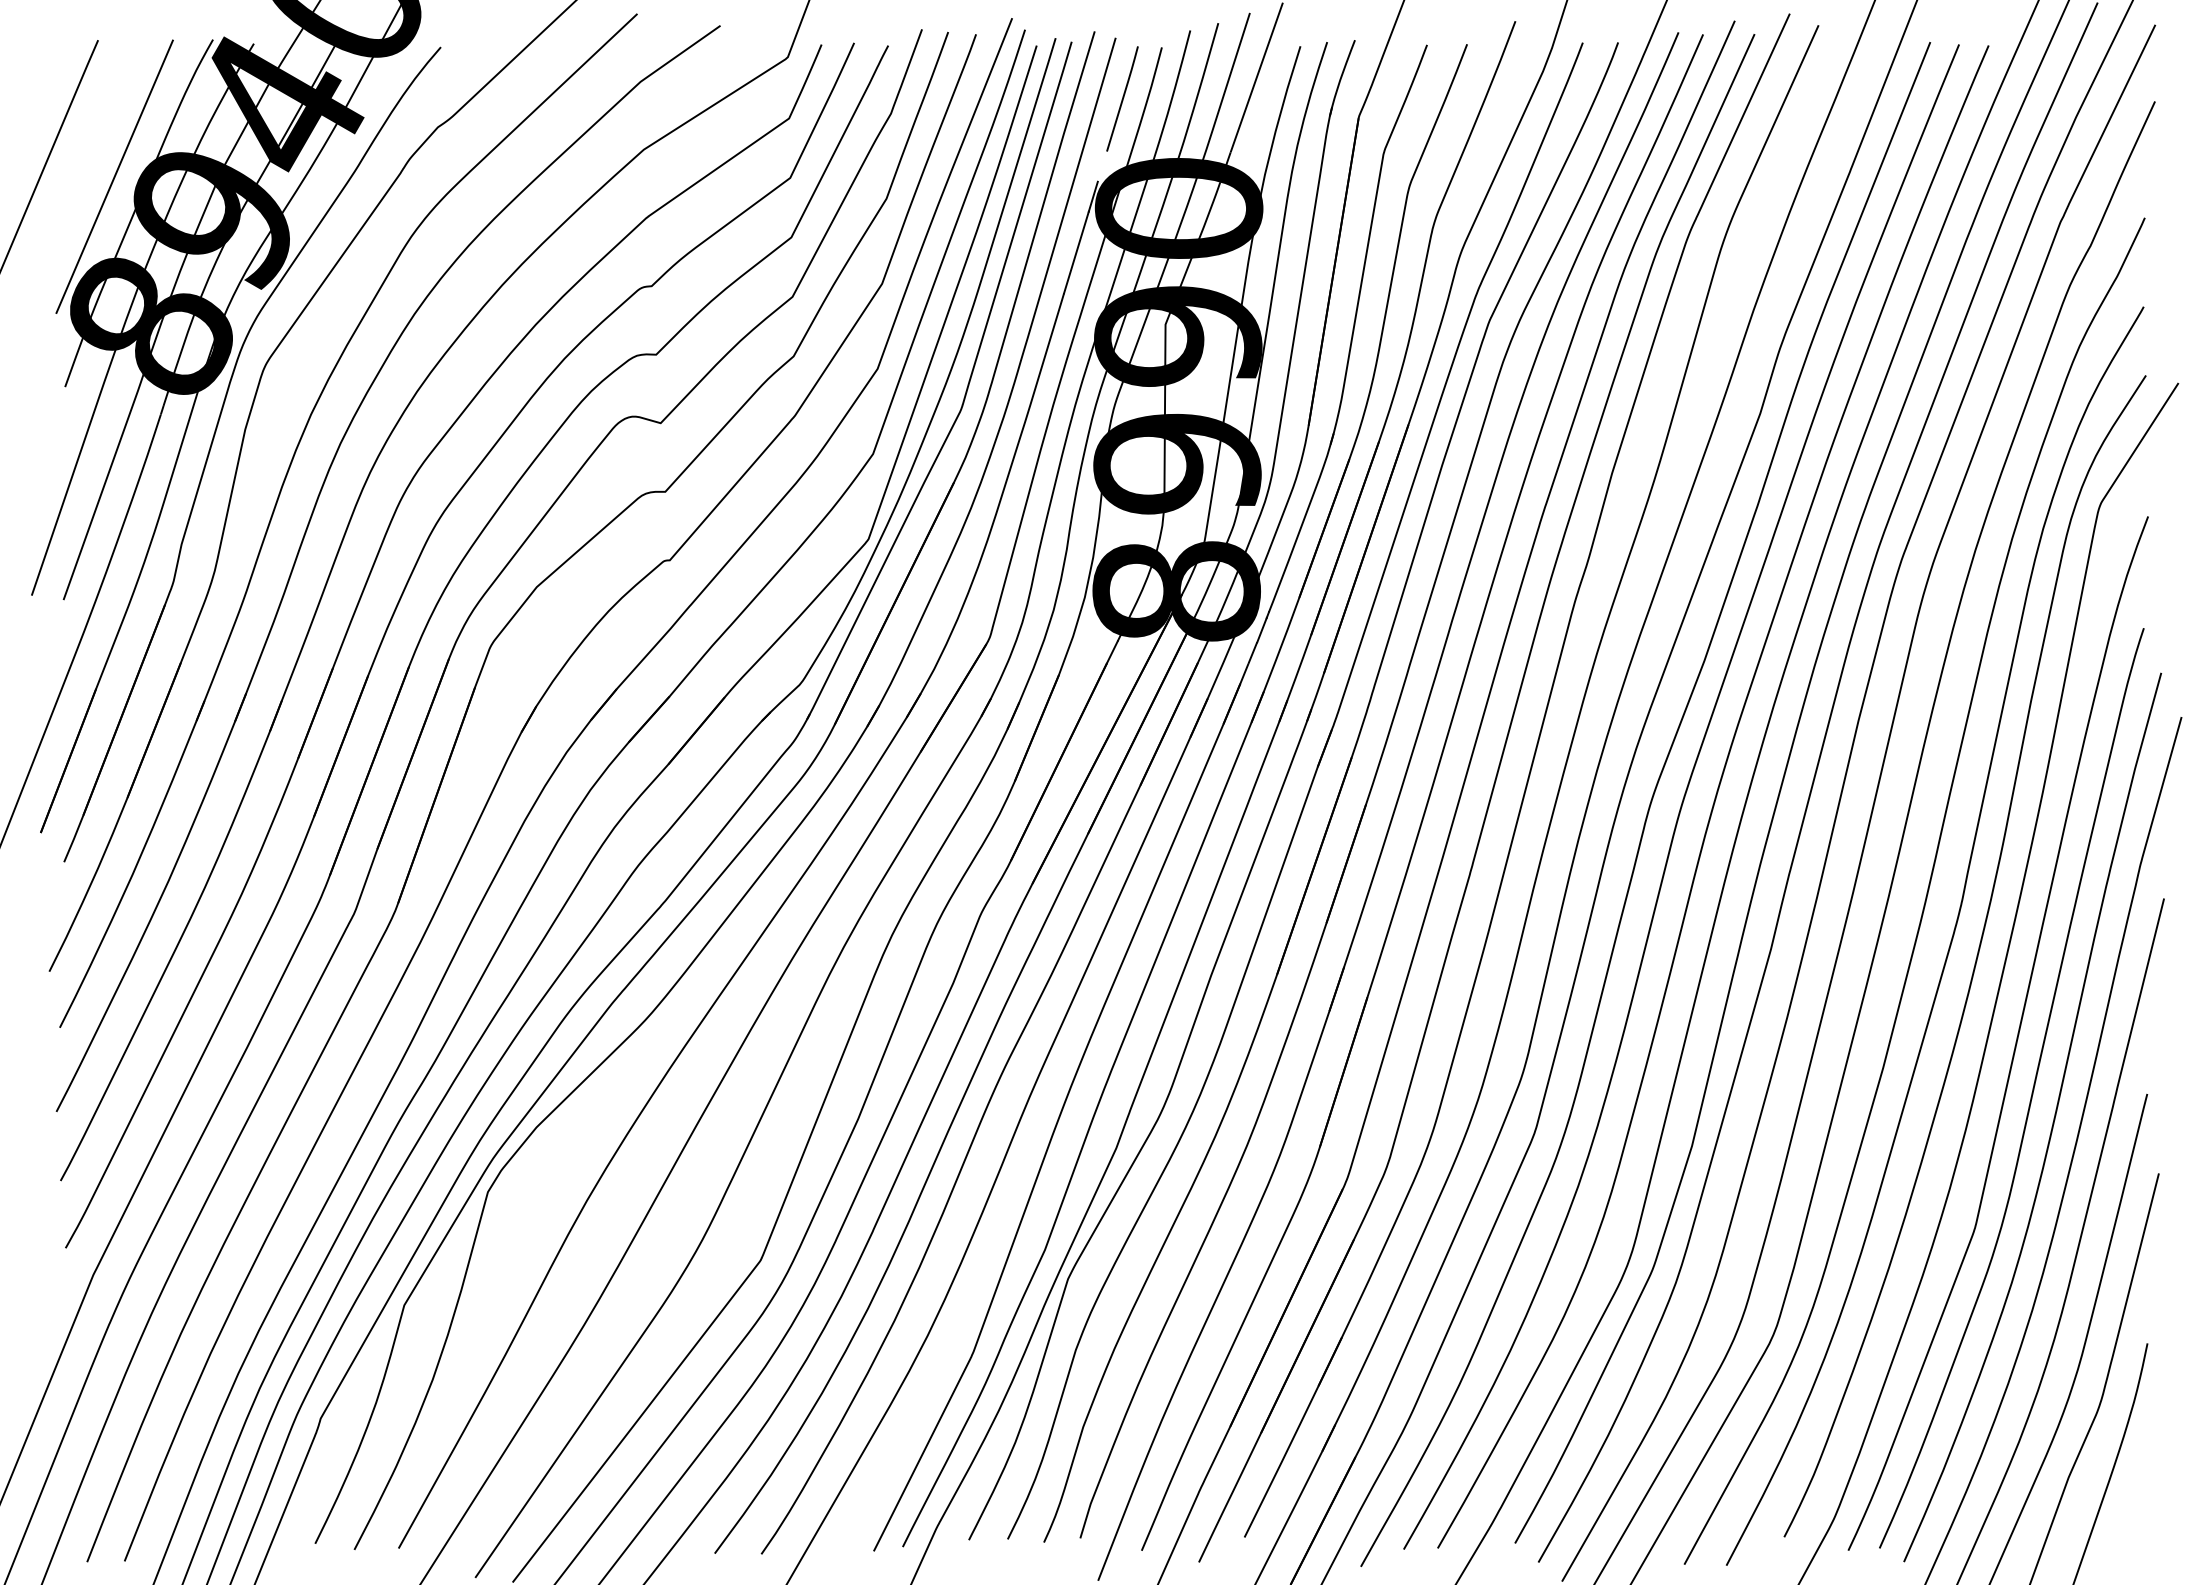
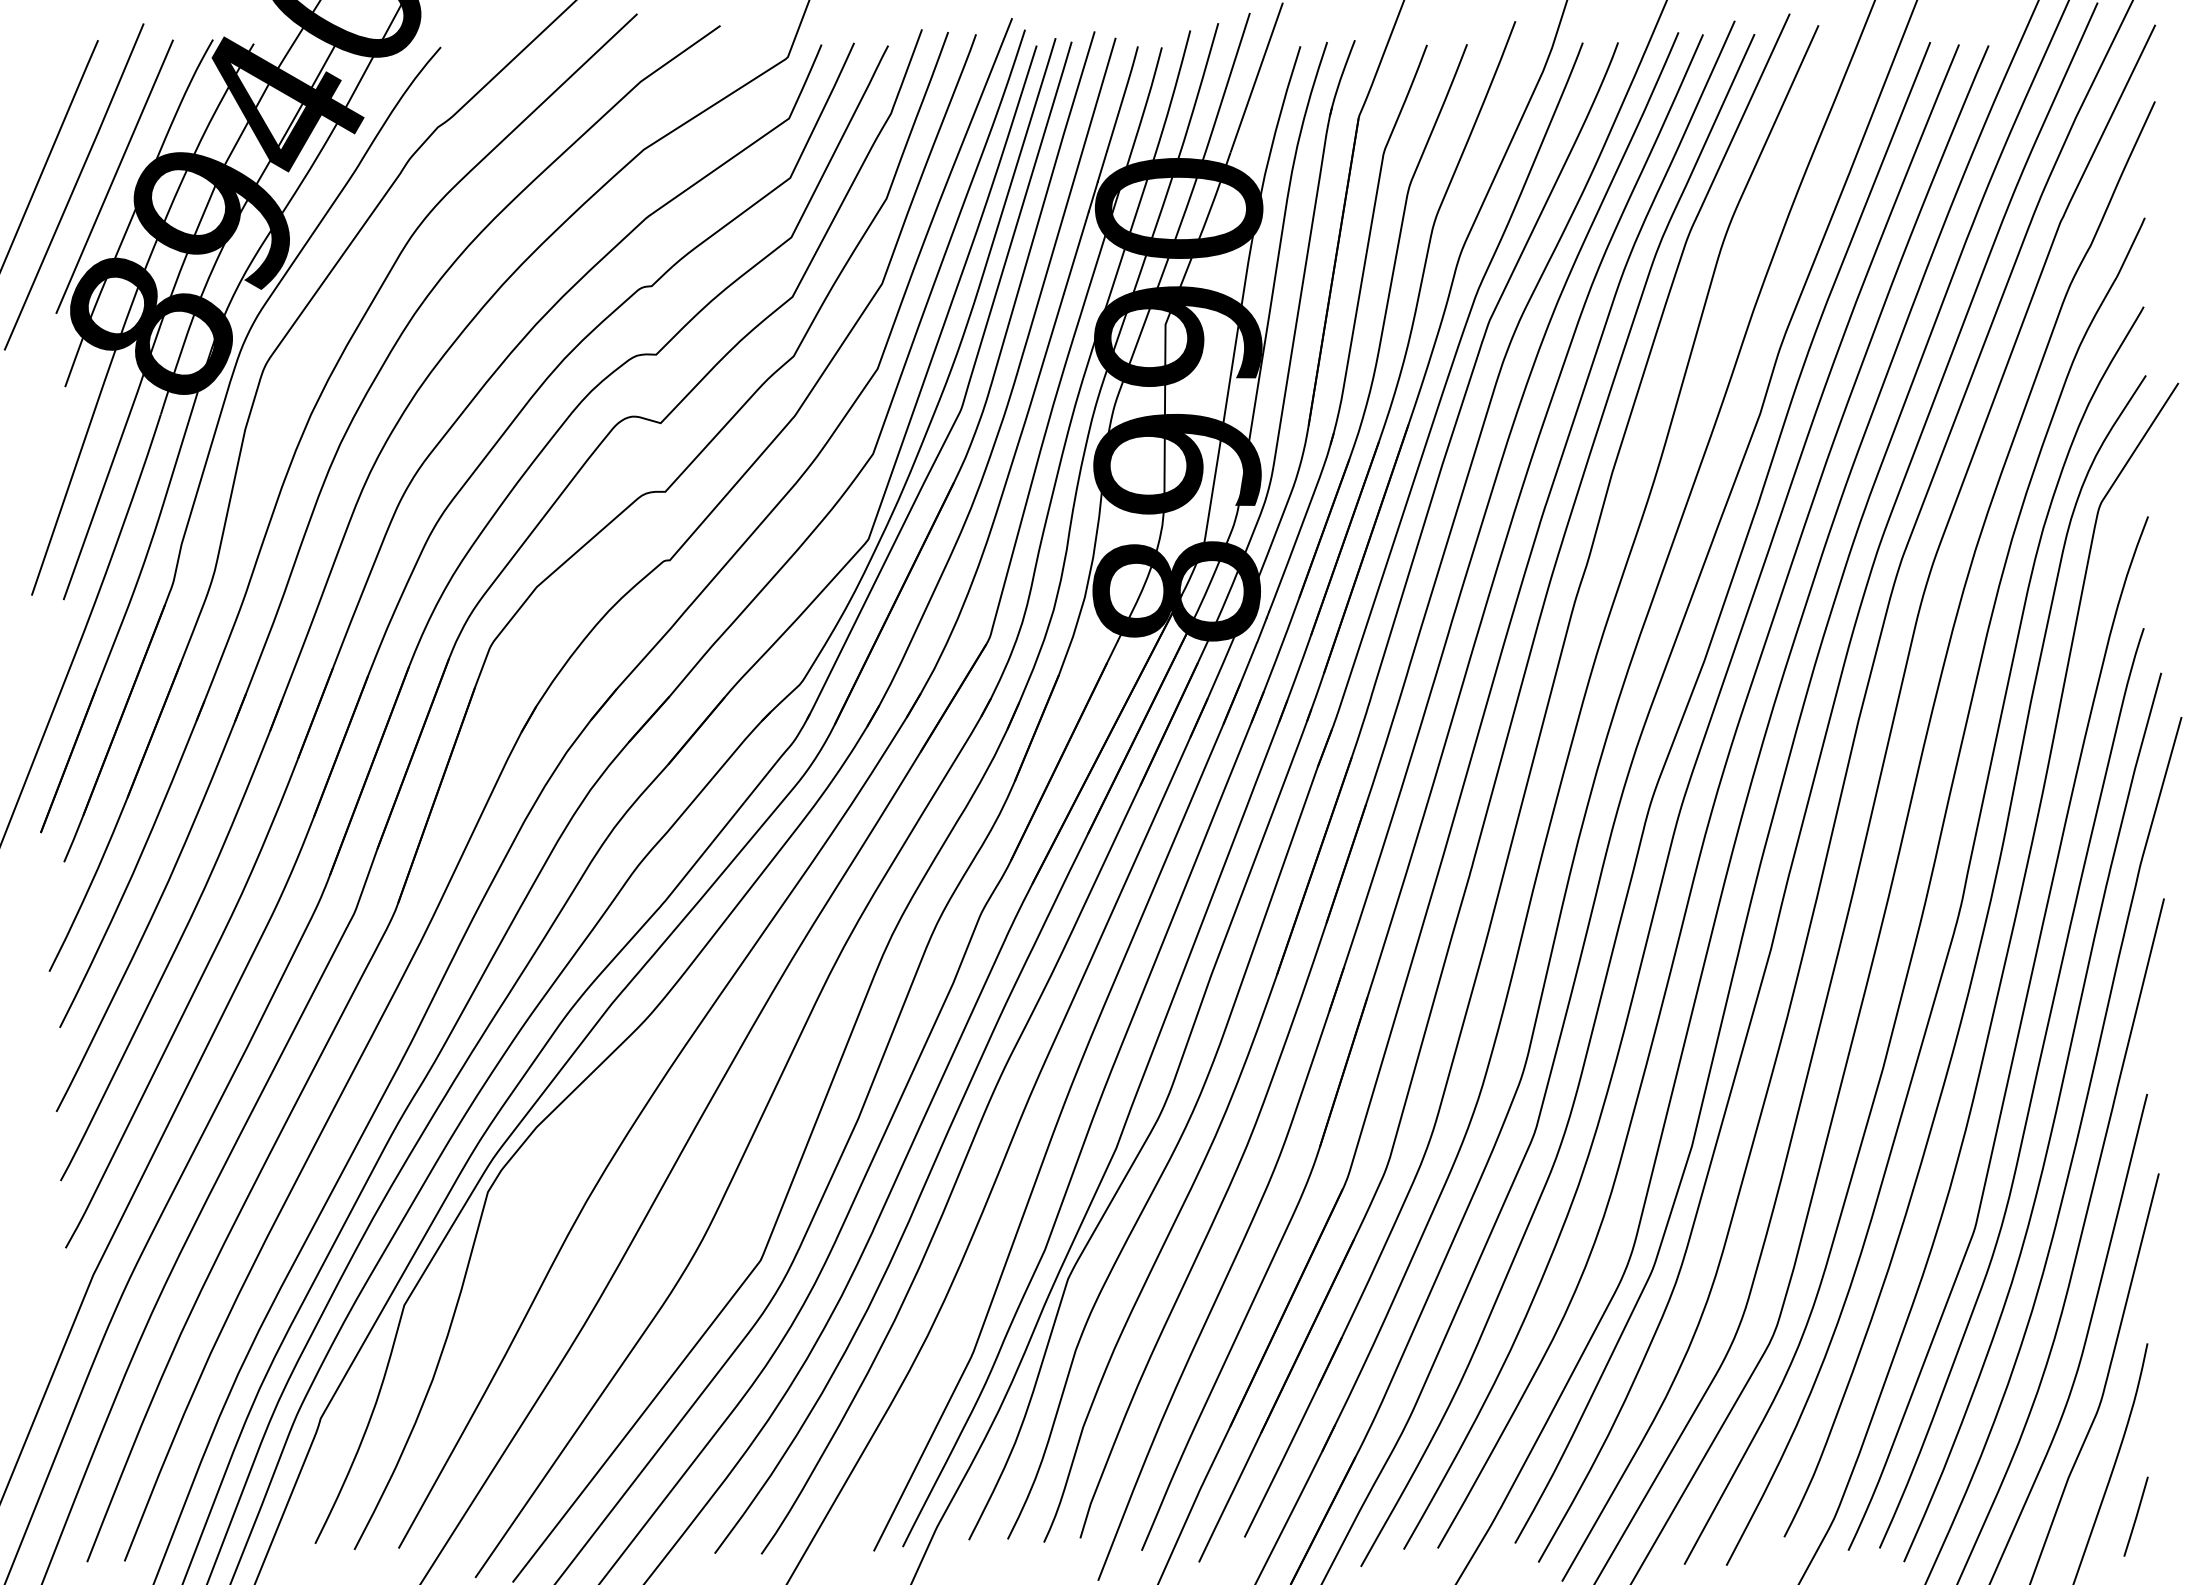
line at (1101, 166): none -> present
line at (74, 186): none -> present
line at (2135, 1516): none -> present
